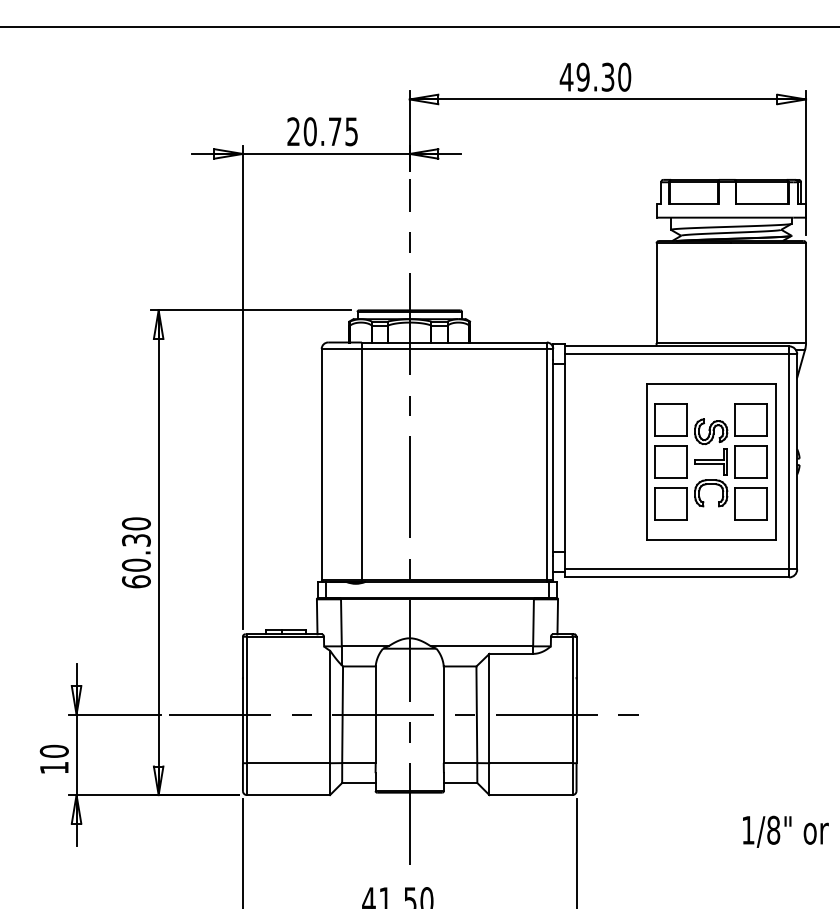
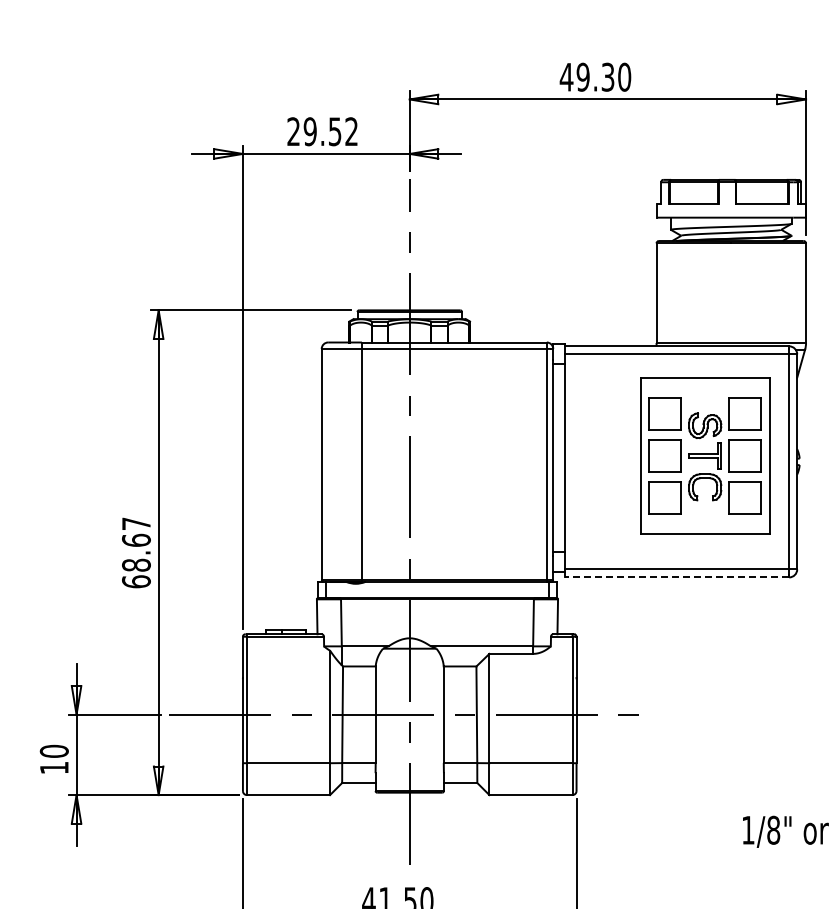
line at (419, 27): present -> none
text at (330, 131): 20.75 -> 29.52
part at (711, 461) position: (711, 461) -> (705, 455)
text at (136, 544): 60.30 -> 68.67
line at (677, 577): solid -> dashed
